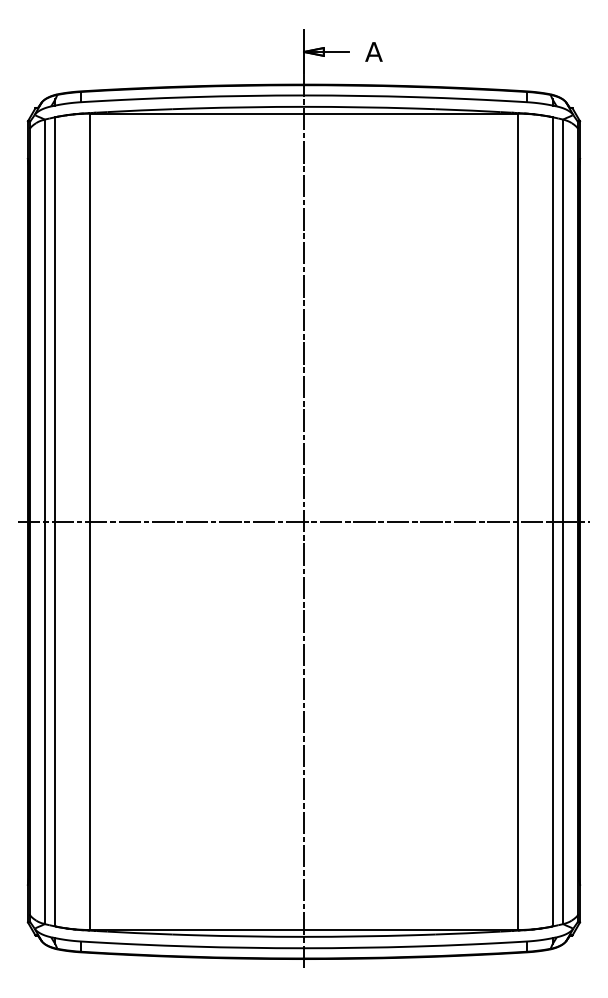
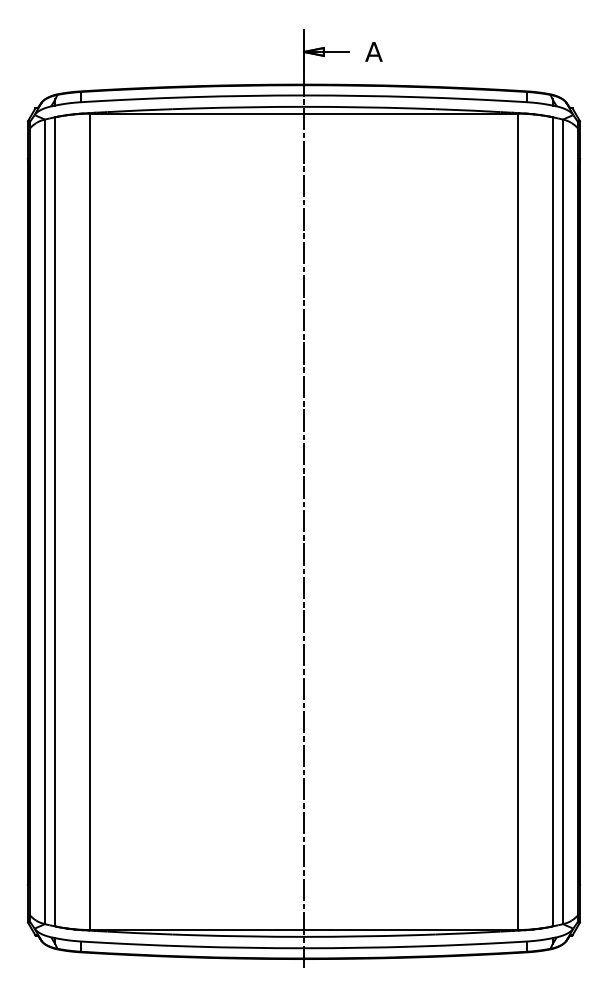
line at (303, 521): present -> none
